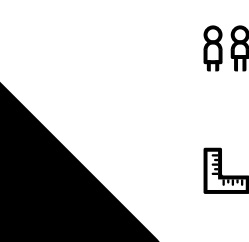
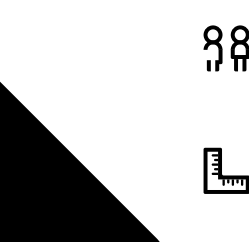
fill at (211, 56): present -> none
